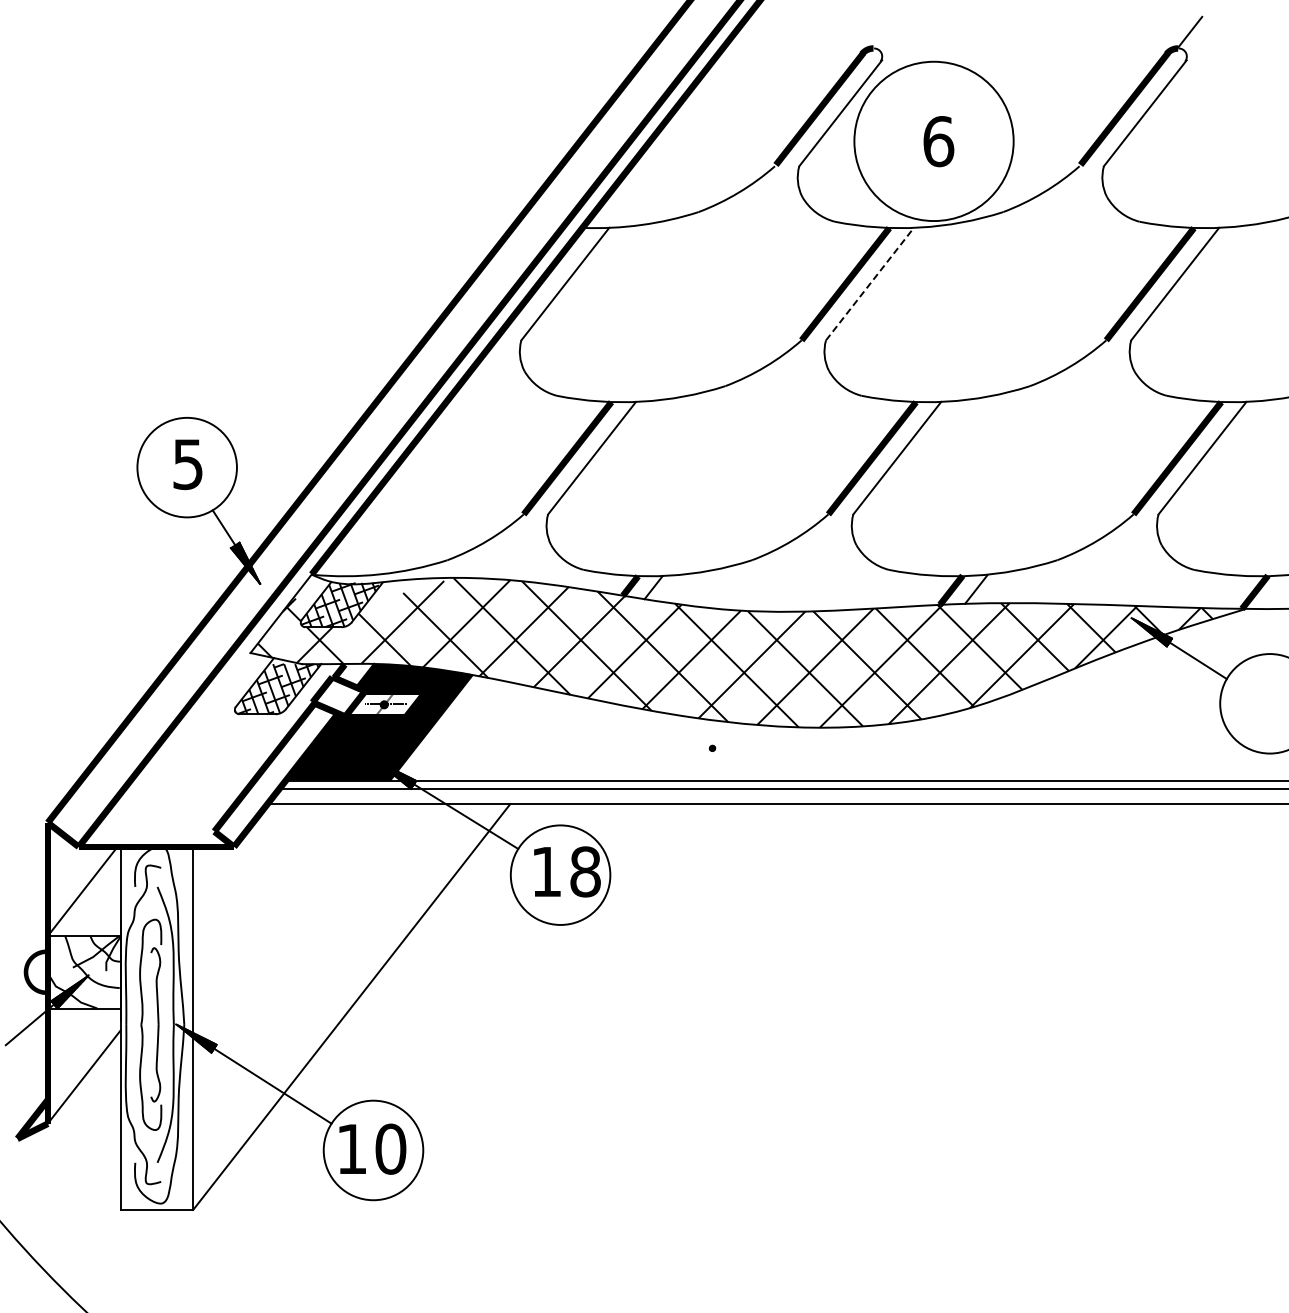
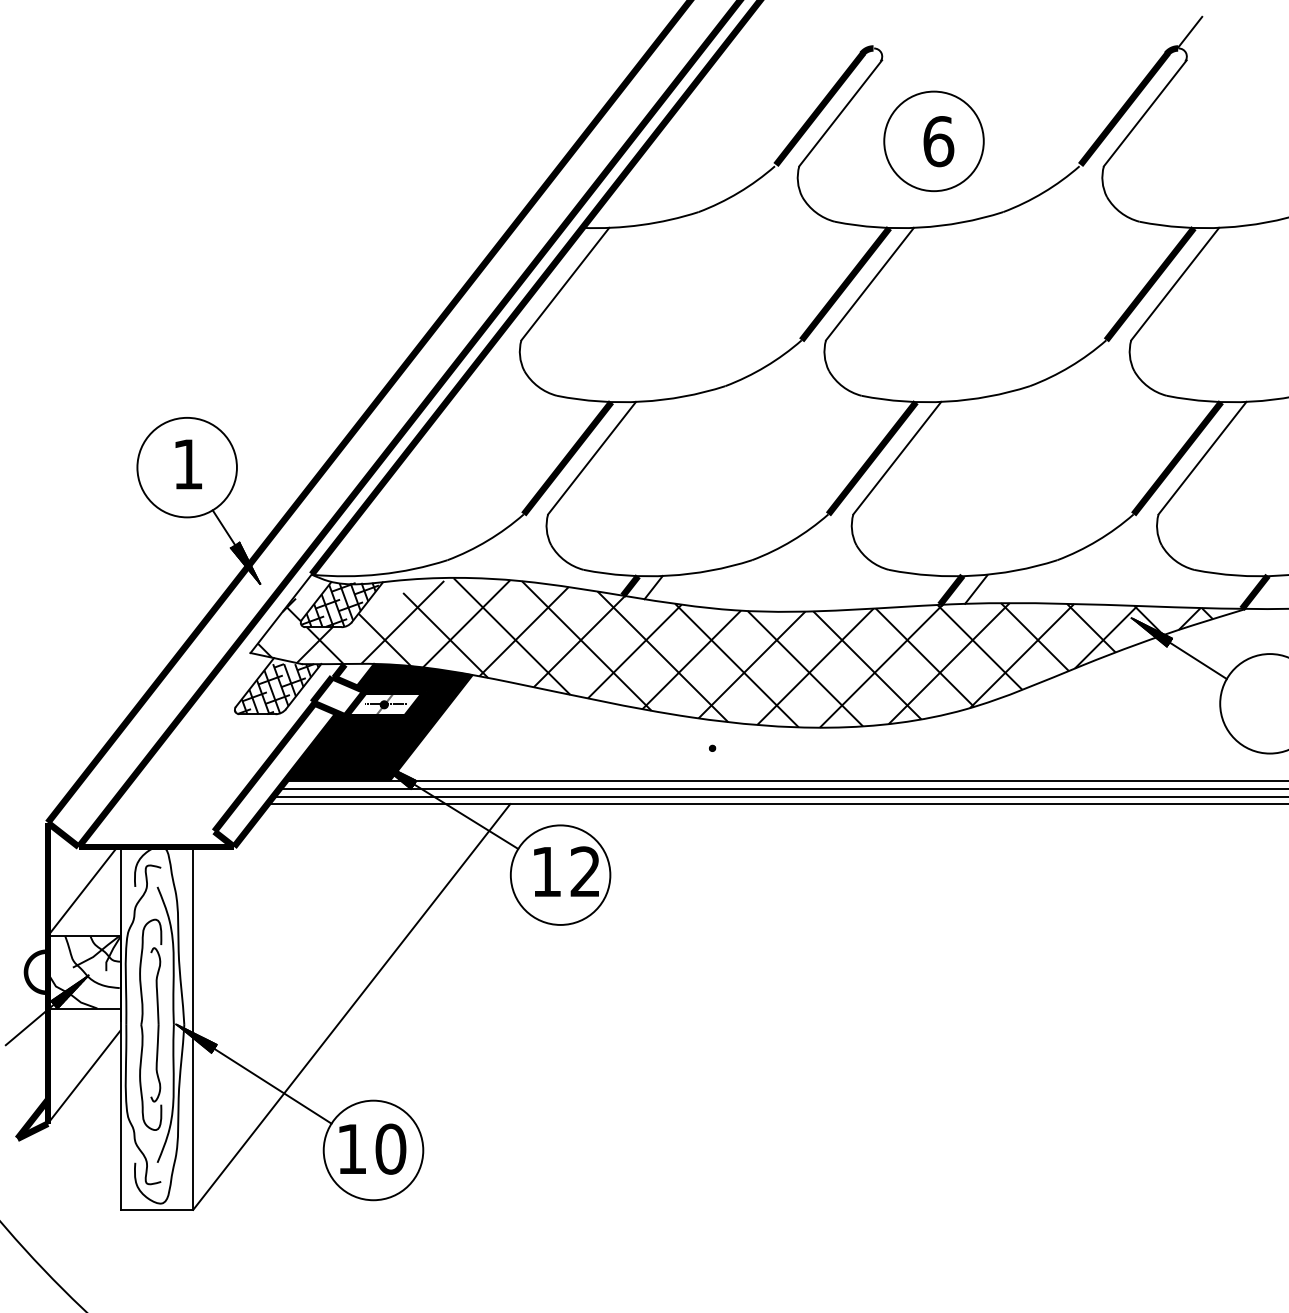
circle at (933, 141) diameter: 159 px -> 100 px
line at (870, 283): dashed -> solid
text at (187, 464): 5 -> 1
line at (779, 796): none -> present
text at (585, 871): 18 -> 12
